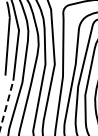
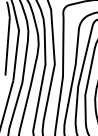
line at (6, 104): dashed -> solid
